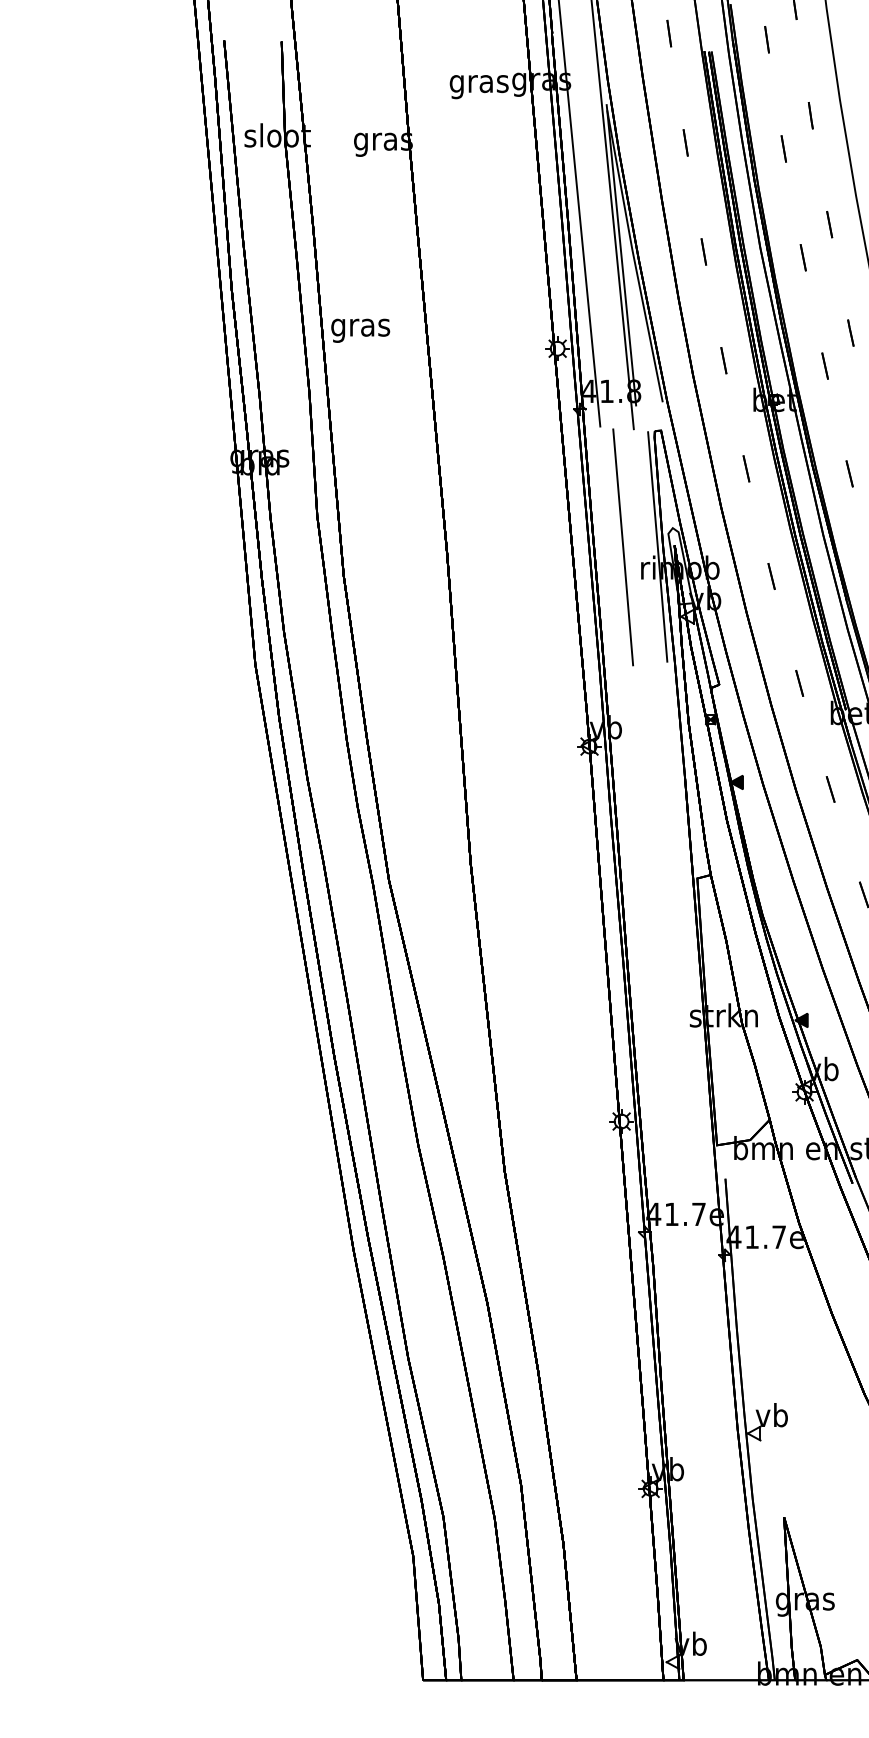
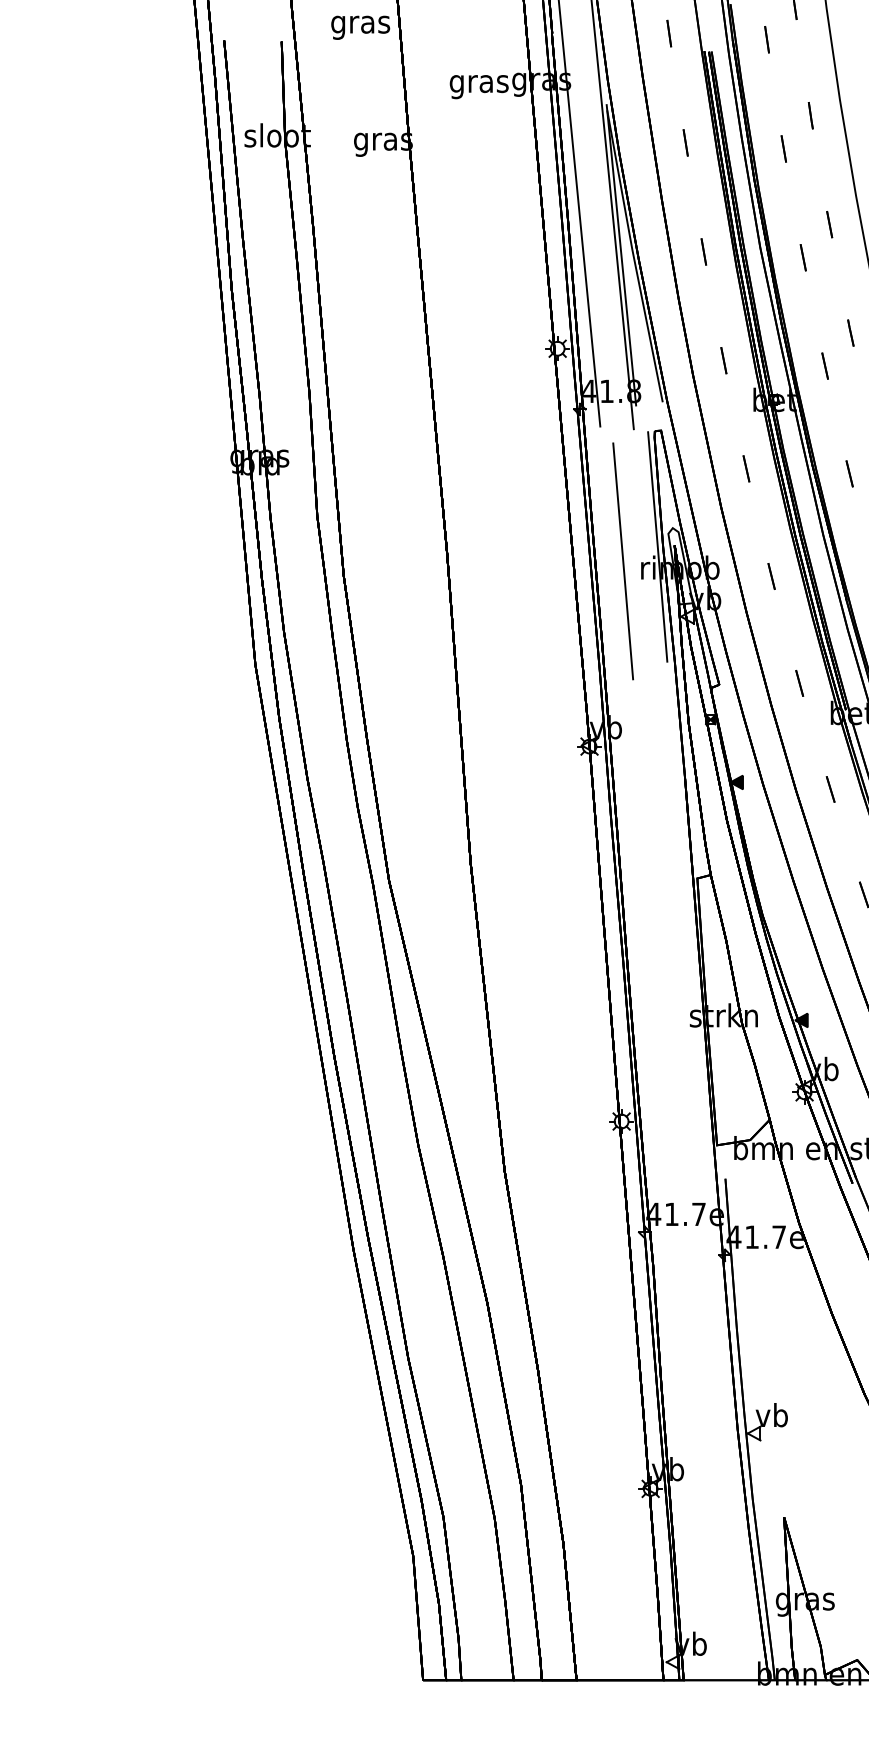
text at (360, 330) position: (360, 330) -> (360, 27)
line at (622, 547) position: (622, 547) -> (622, 561)
